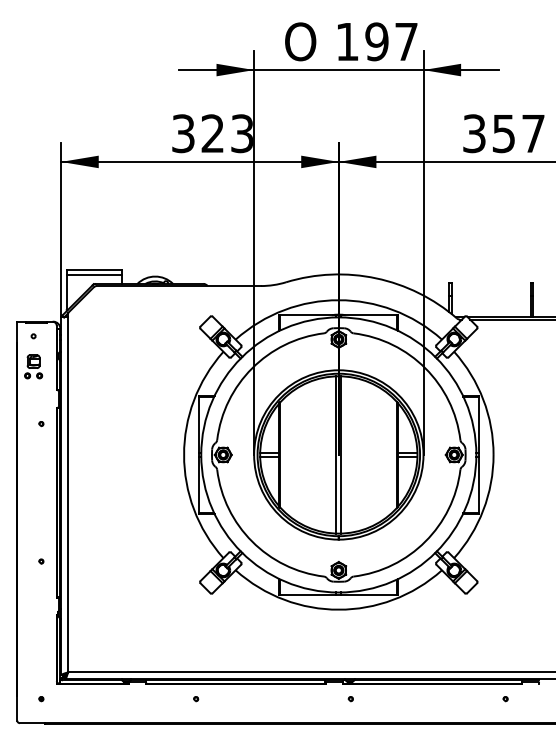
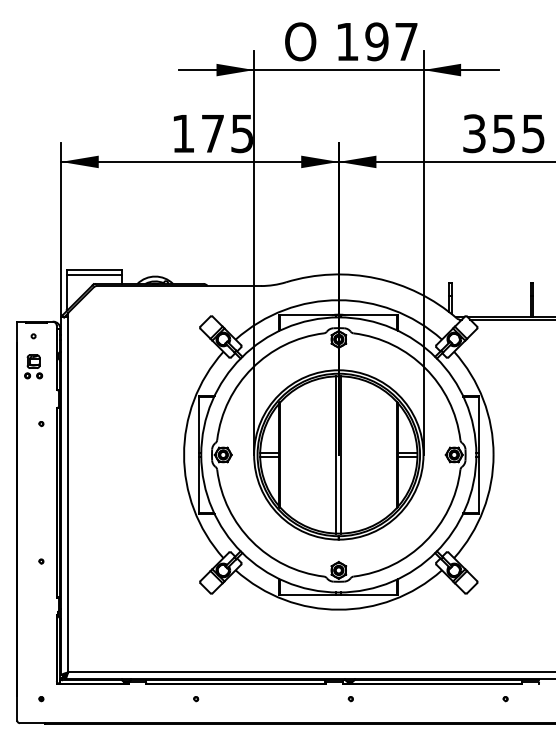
text at (212, 133): 323 -> 175
text at (533, 134): 357 -> 355
